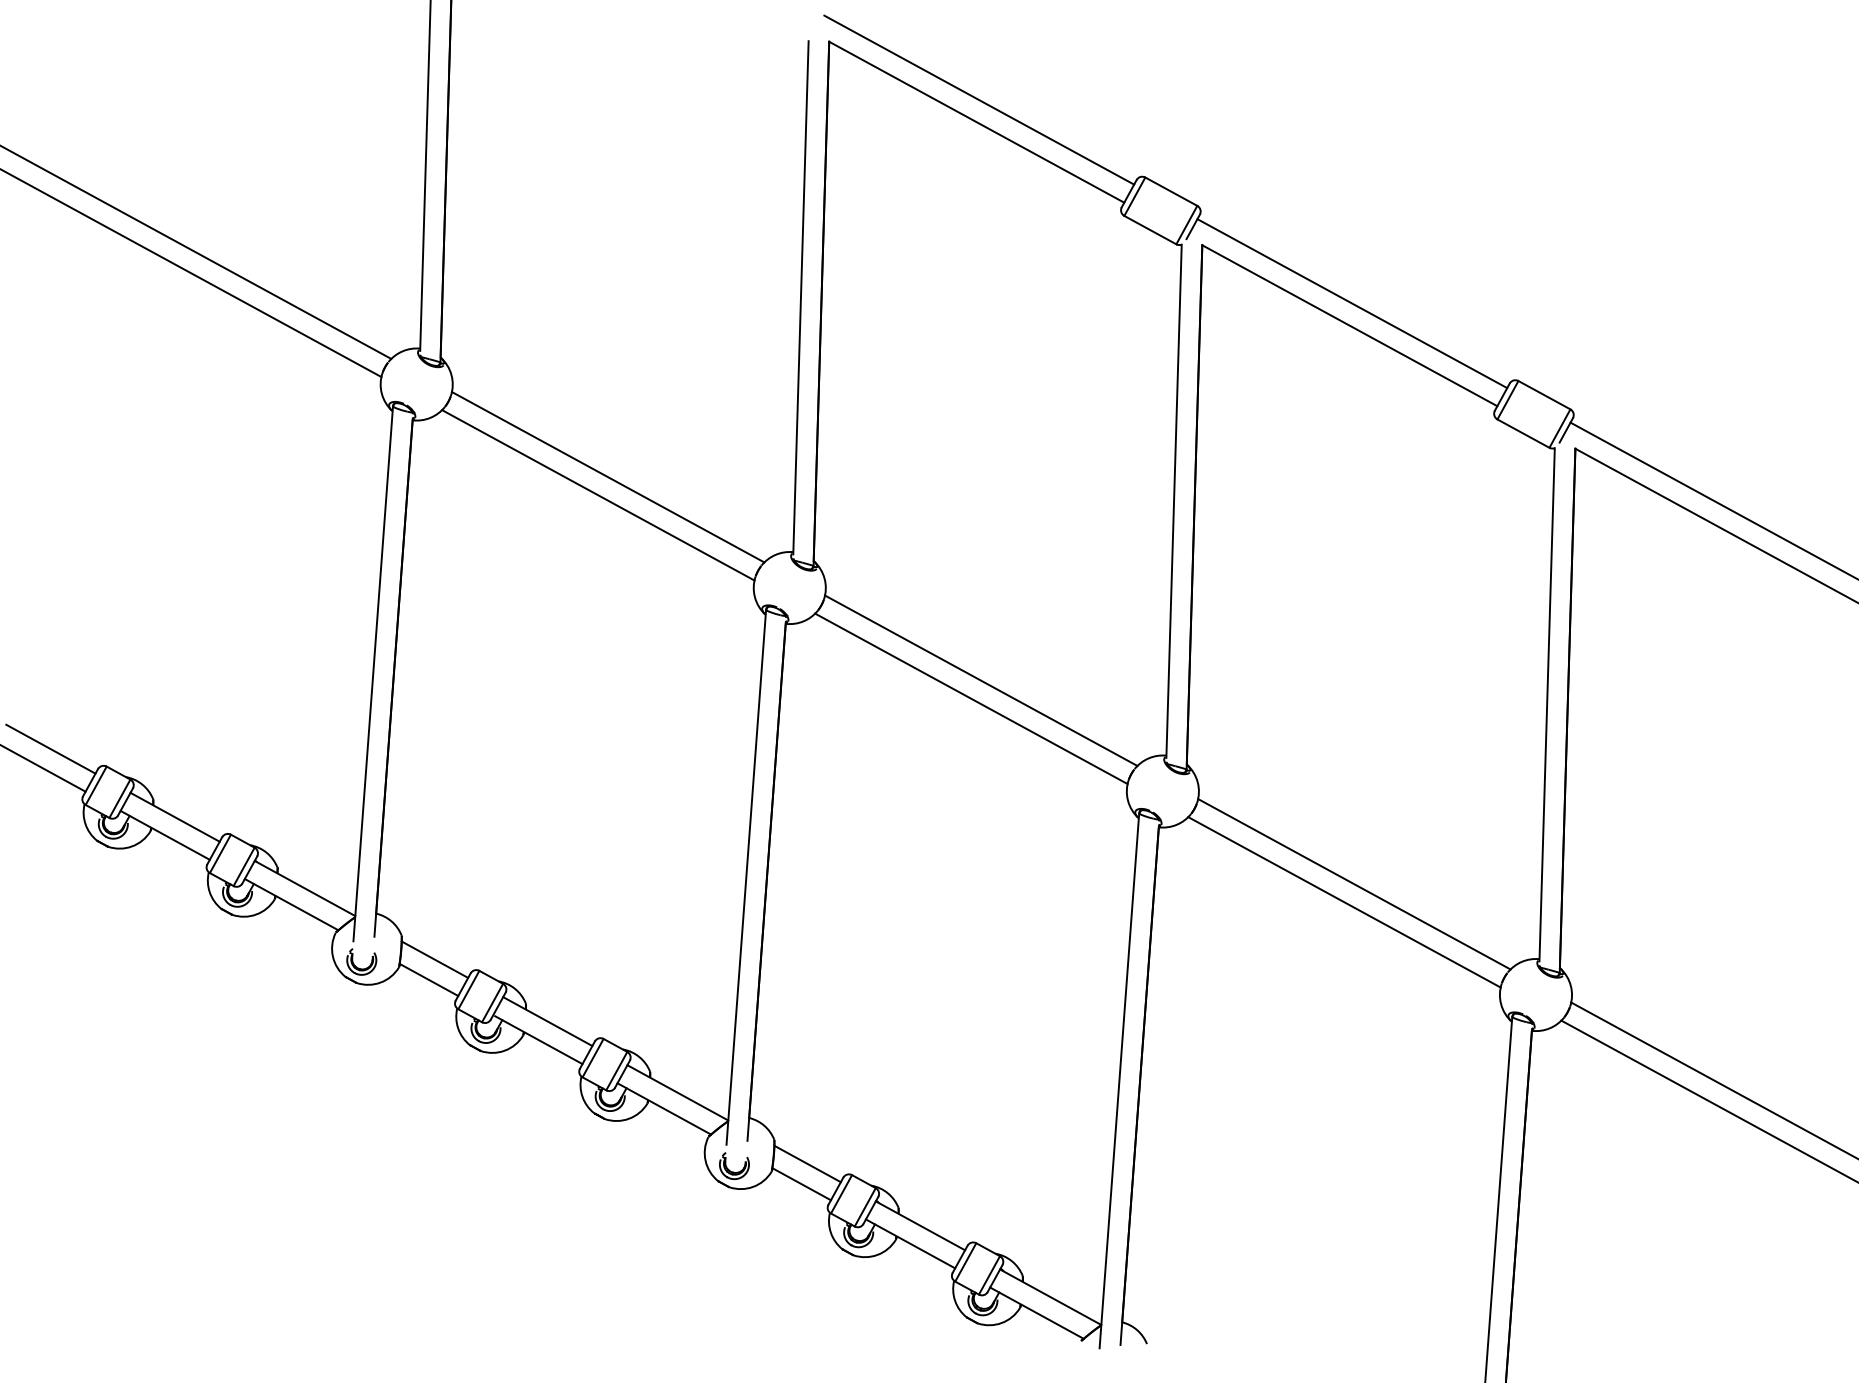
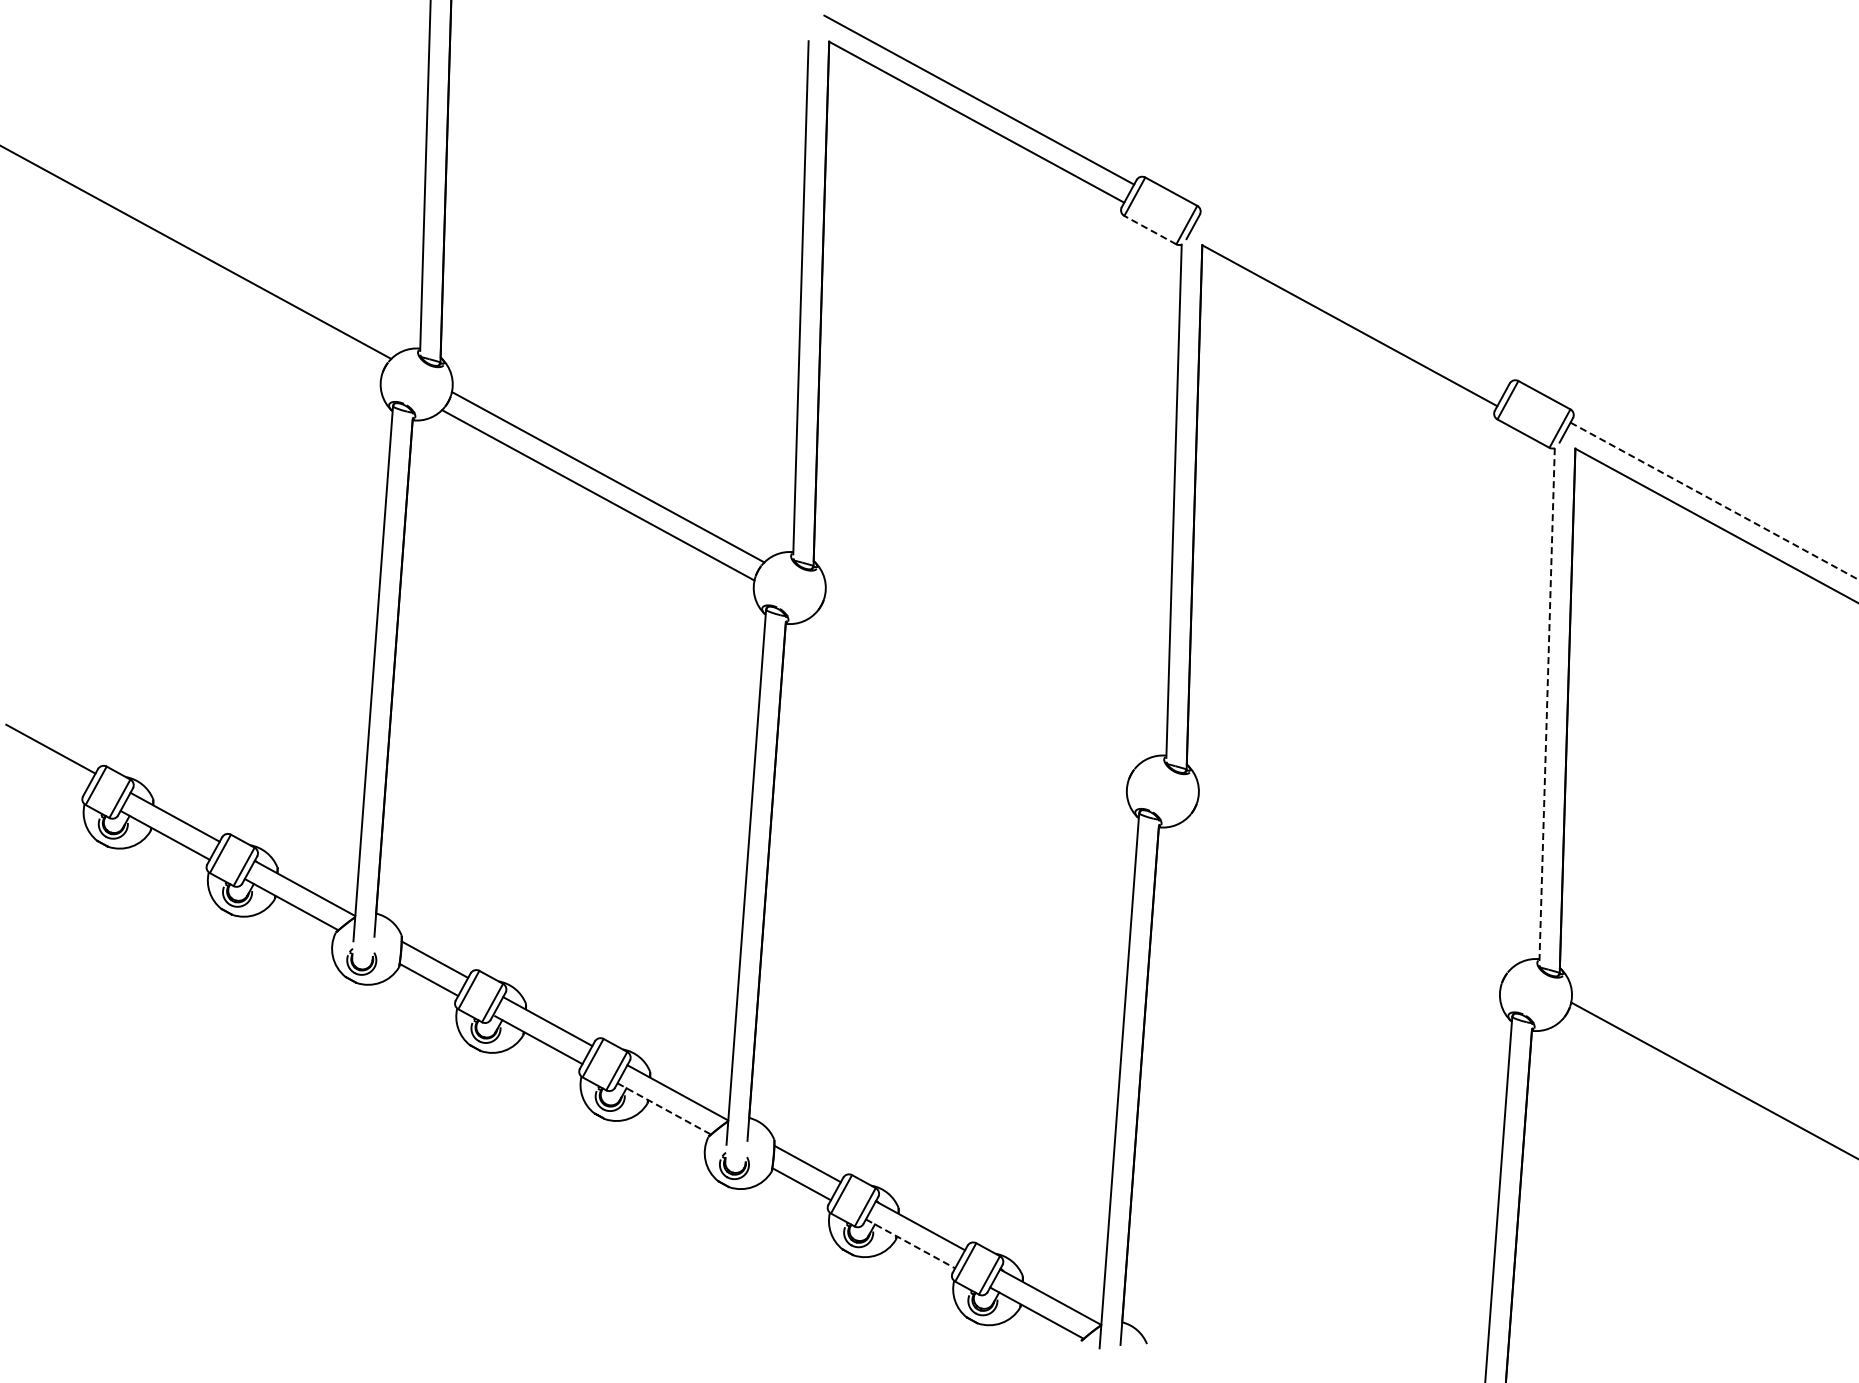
line at (1150, 230): solid -> dashed
line at (191, 273): present -> none
line at (1352, 303): present -> none
line at (1714, 501): solid -> dashed
line at (981, 680): present -> none
line at (971, 698): present -> none
line at (1547, 704): solid -> dashed
line at (43, 768): present -> none
line at (1354, 884): present -> none
line at (1344, 902): present -> none
line at (1708, 1100): present -> none
line at (664, 1109): solid -> dashed
line at (910, 1243): solid -> dashed
